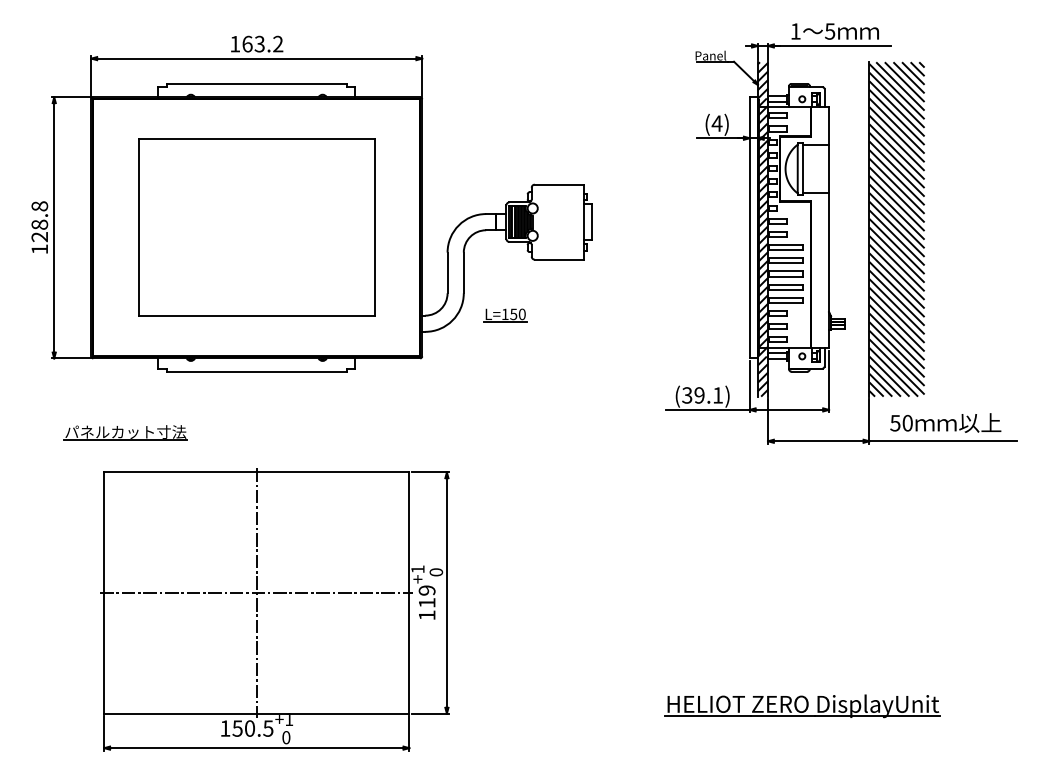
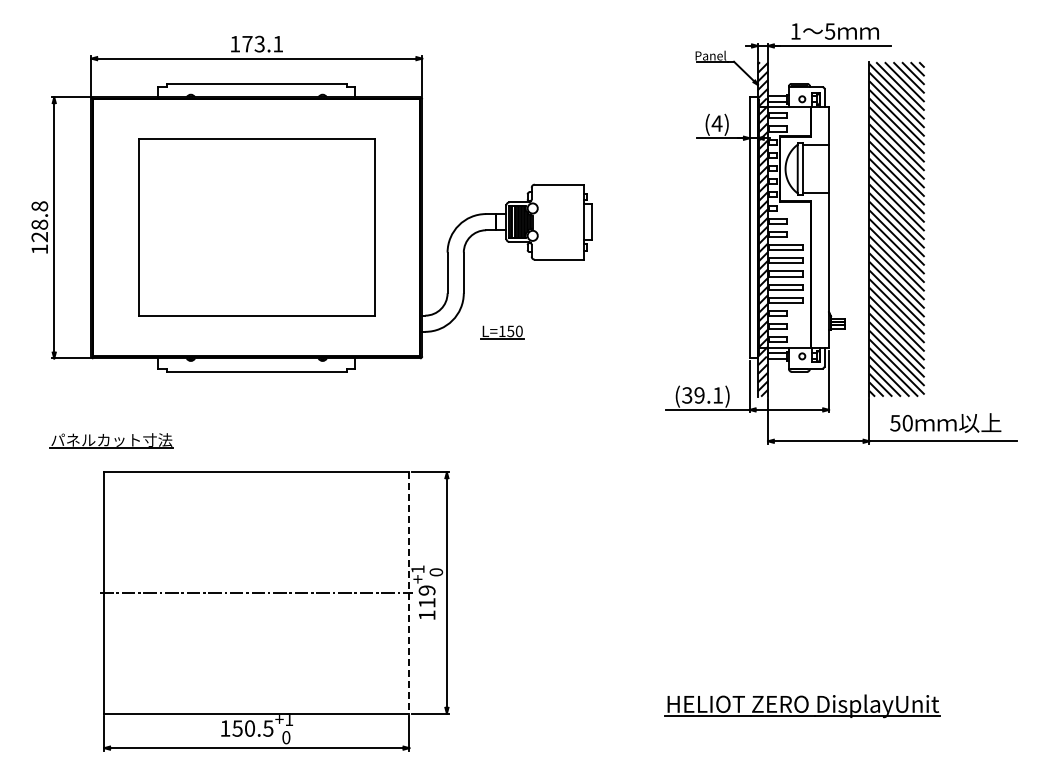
text at (262, 43): 163.2 -> 173.1
part at (505, 315) position: (505, 315) -> (502, 332)
part at (125, 432) position: (125, 432) -> (111, 440)
line at (256, 592): present -> none
line at (409, 593): solid -> dashed
